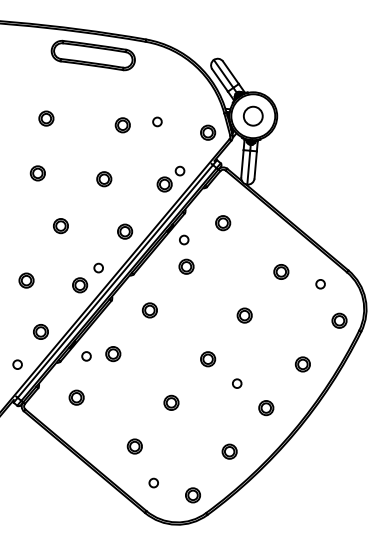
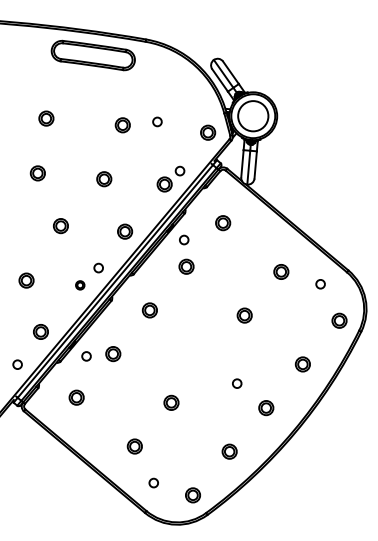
circle at (252, 115) diameter: 19 px -> 30 px
part at (80, 285) size: 17x17 px -> 11x11 px
part at (208, 359): present -> none
